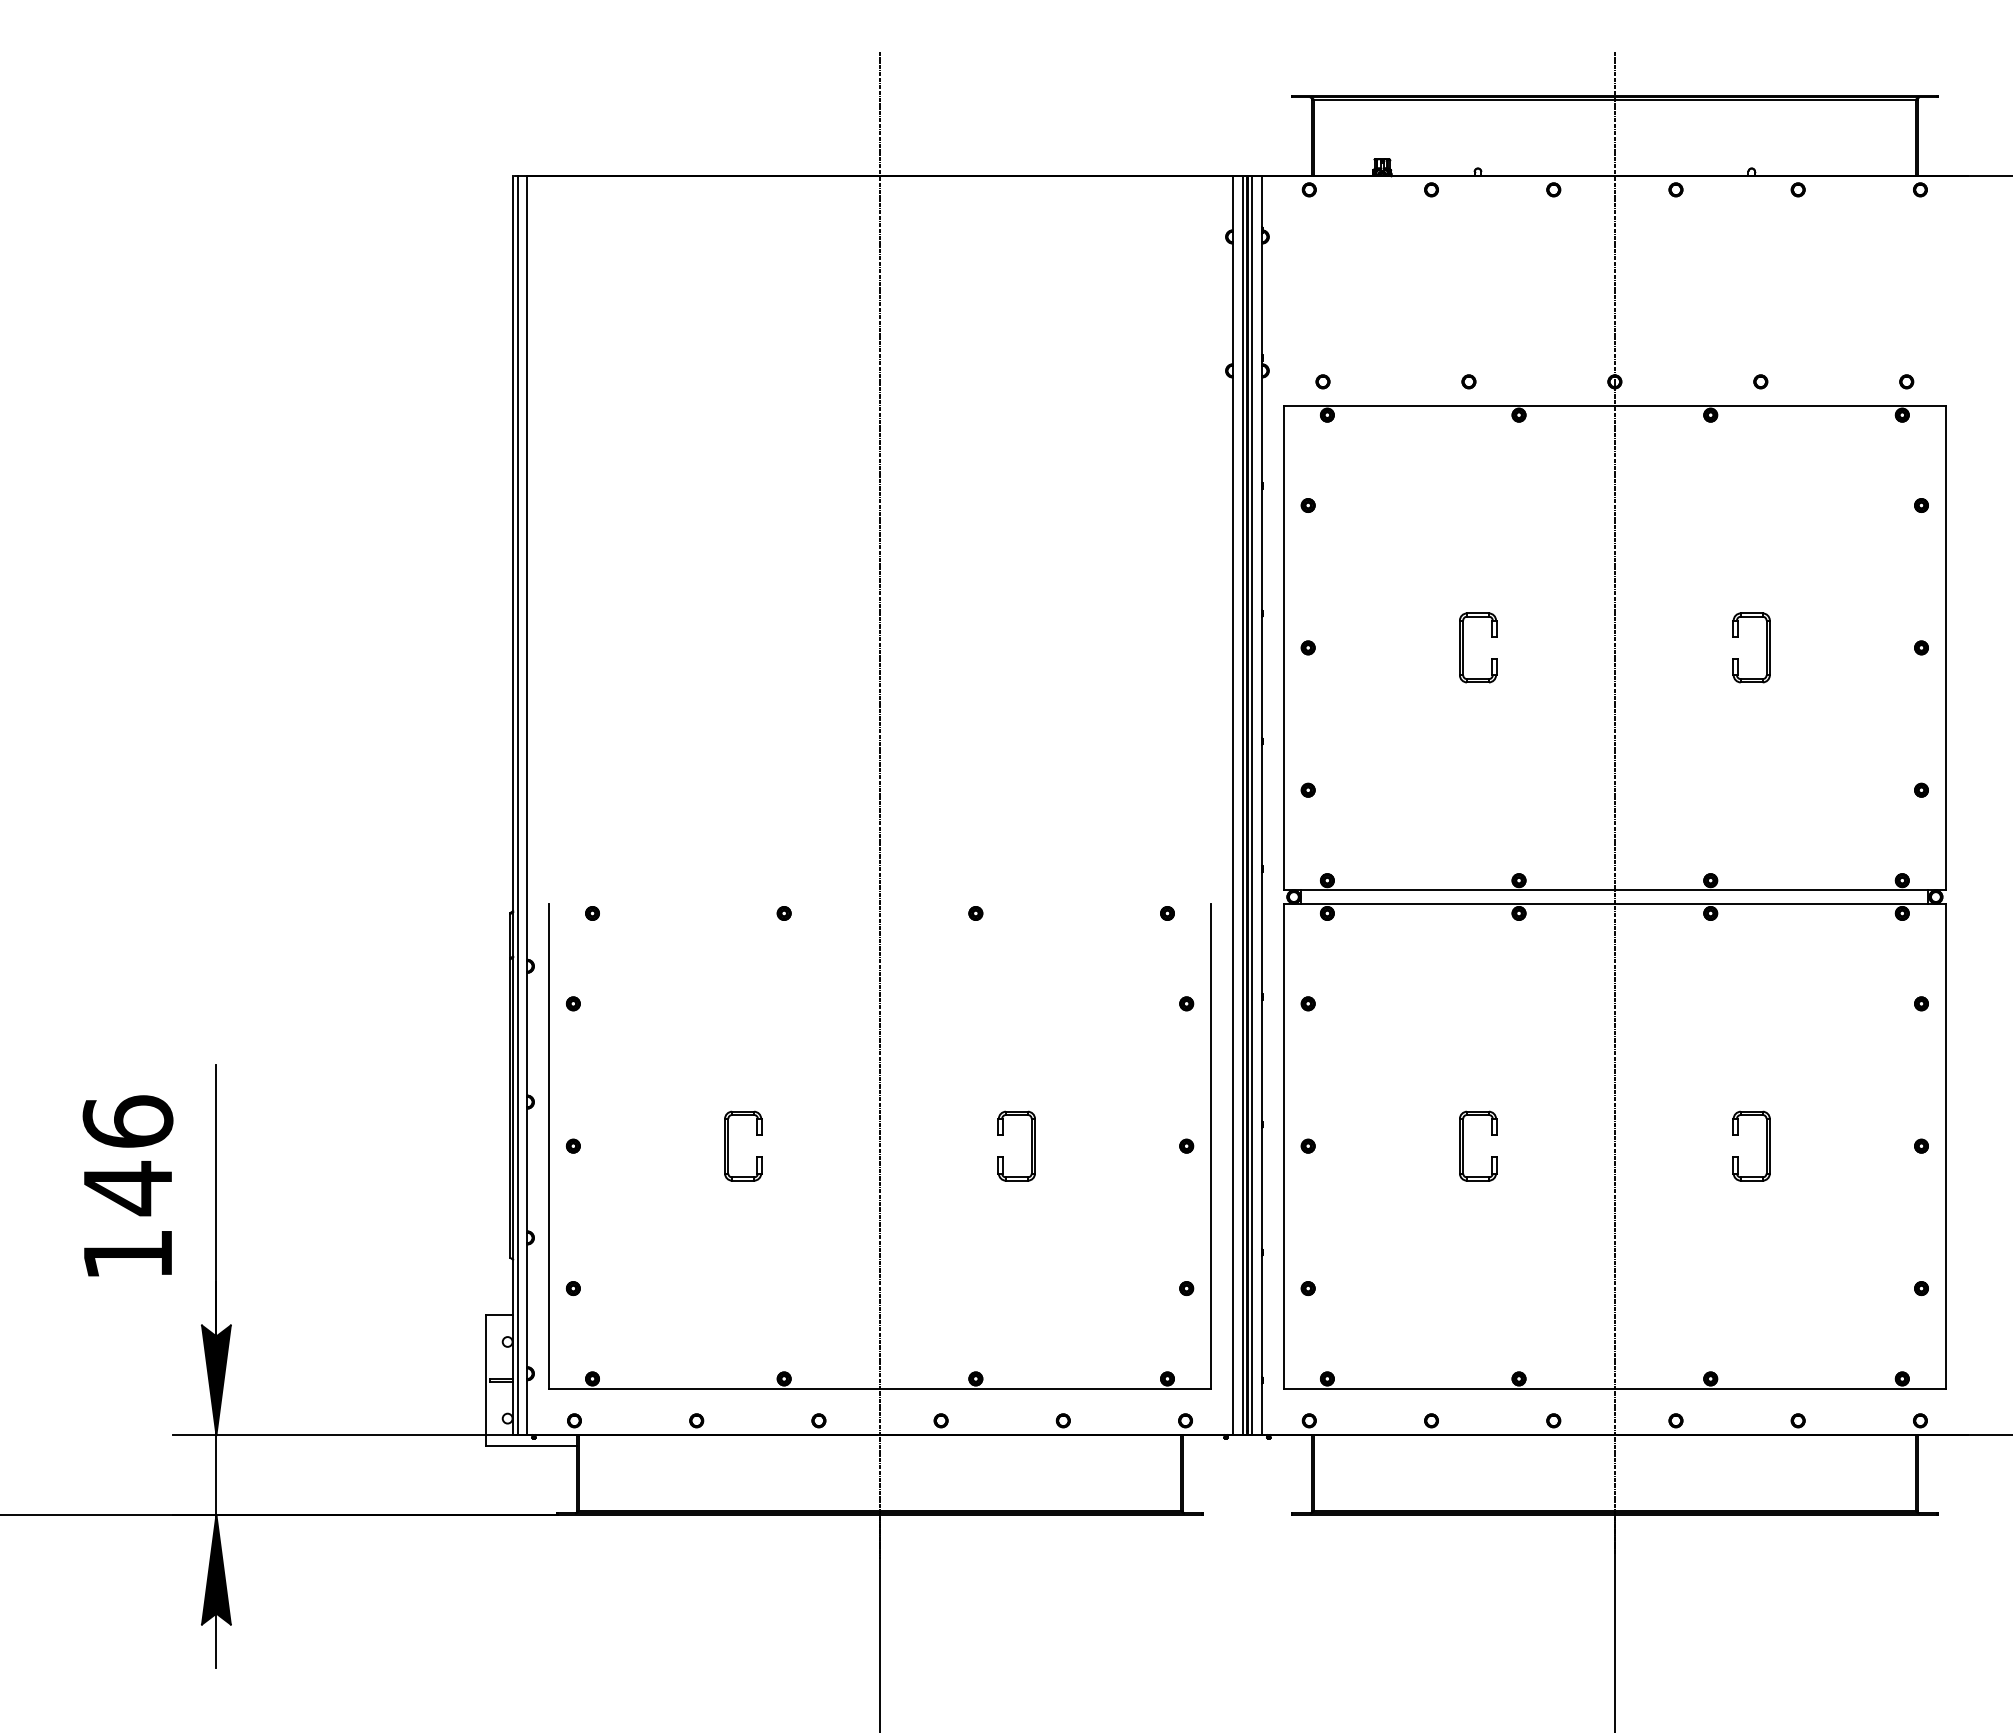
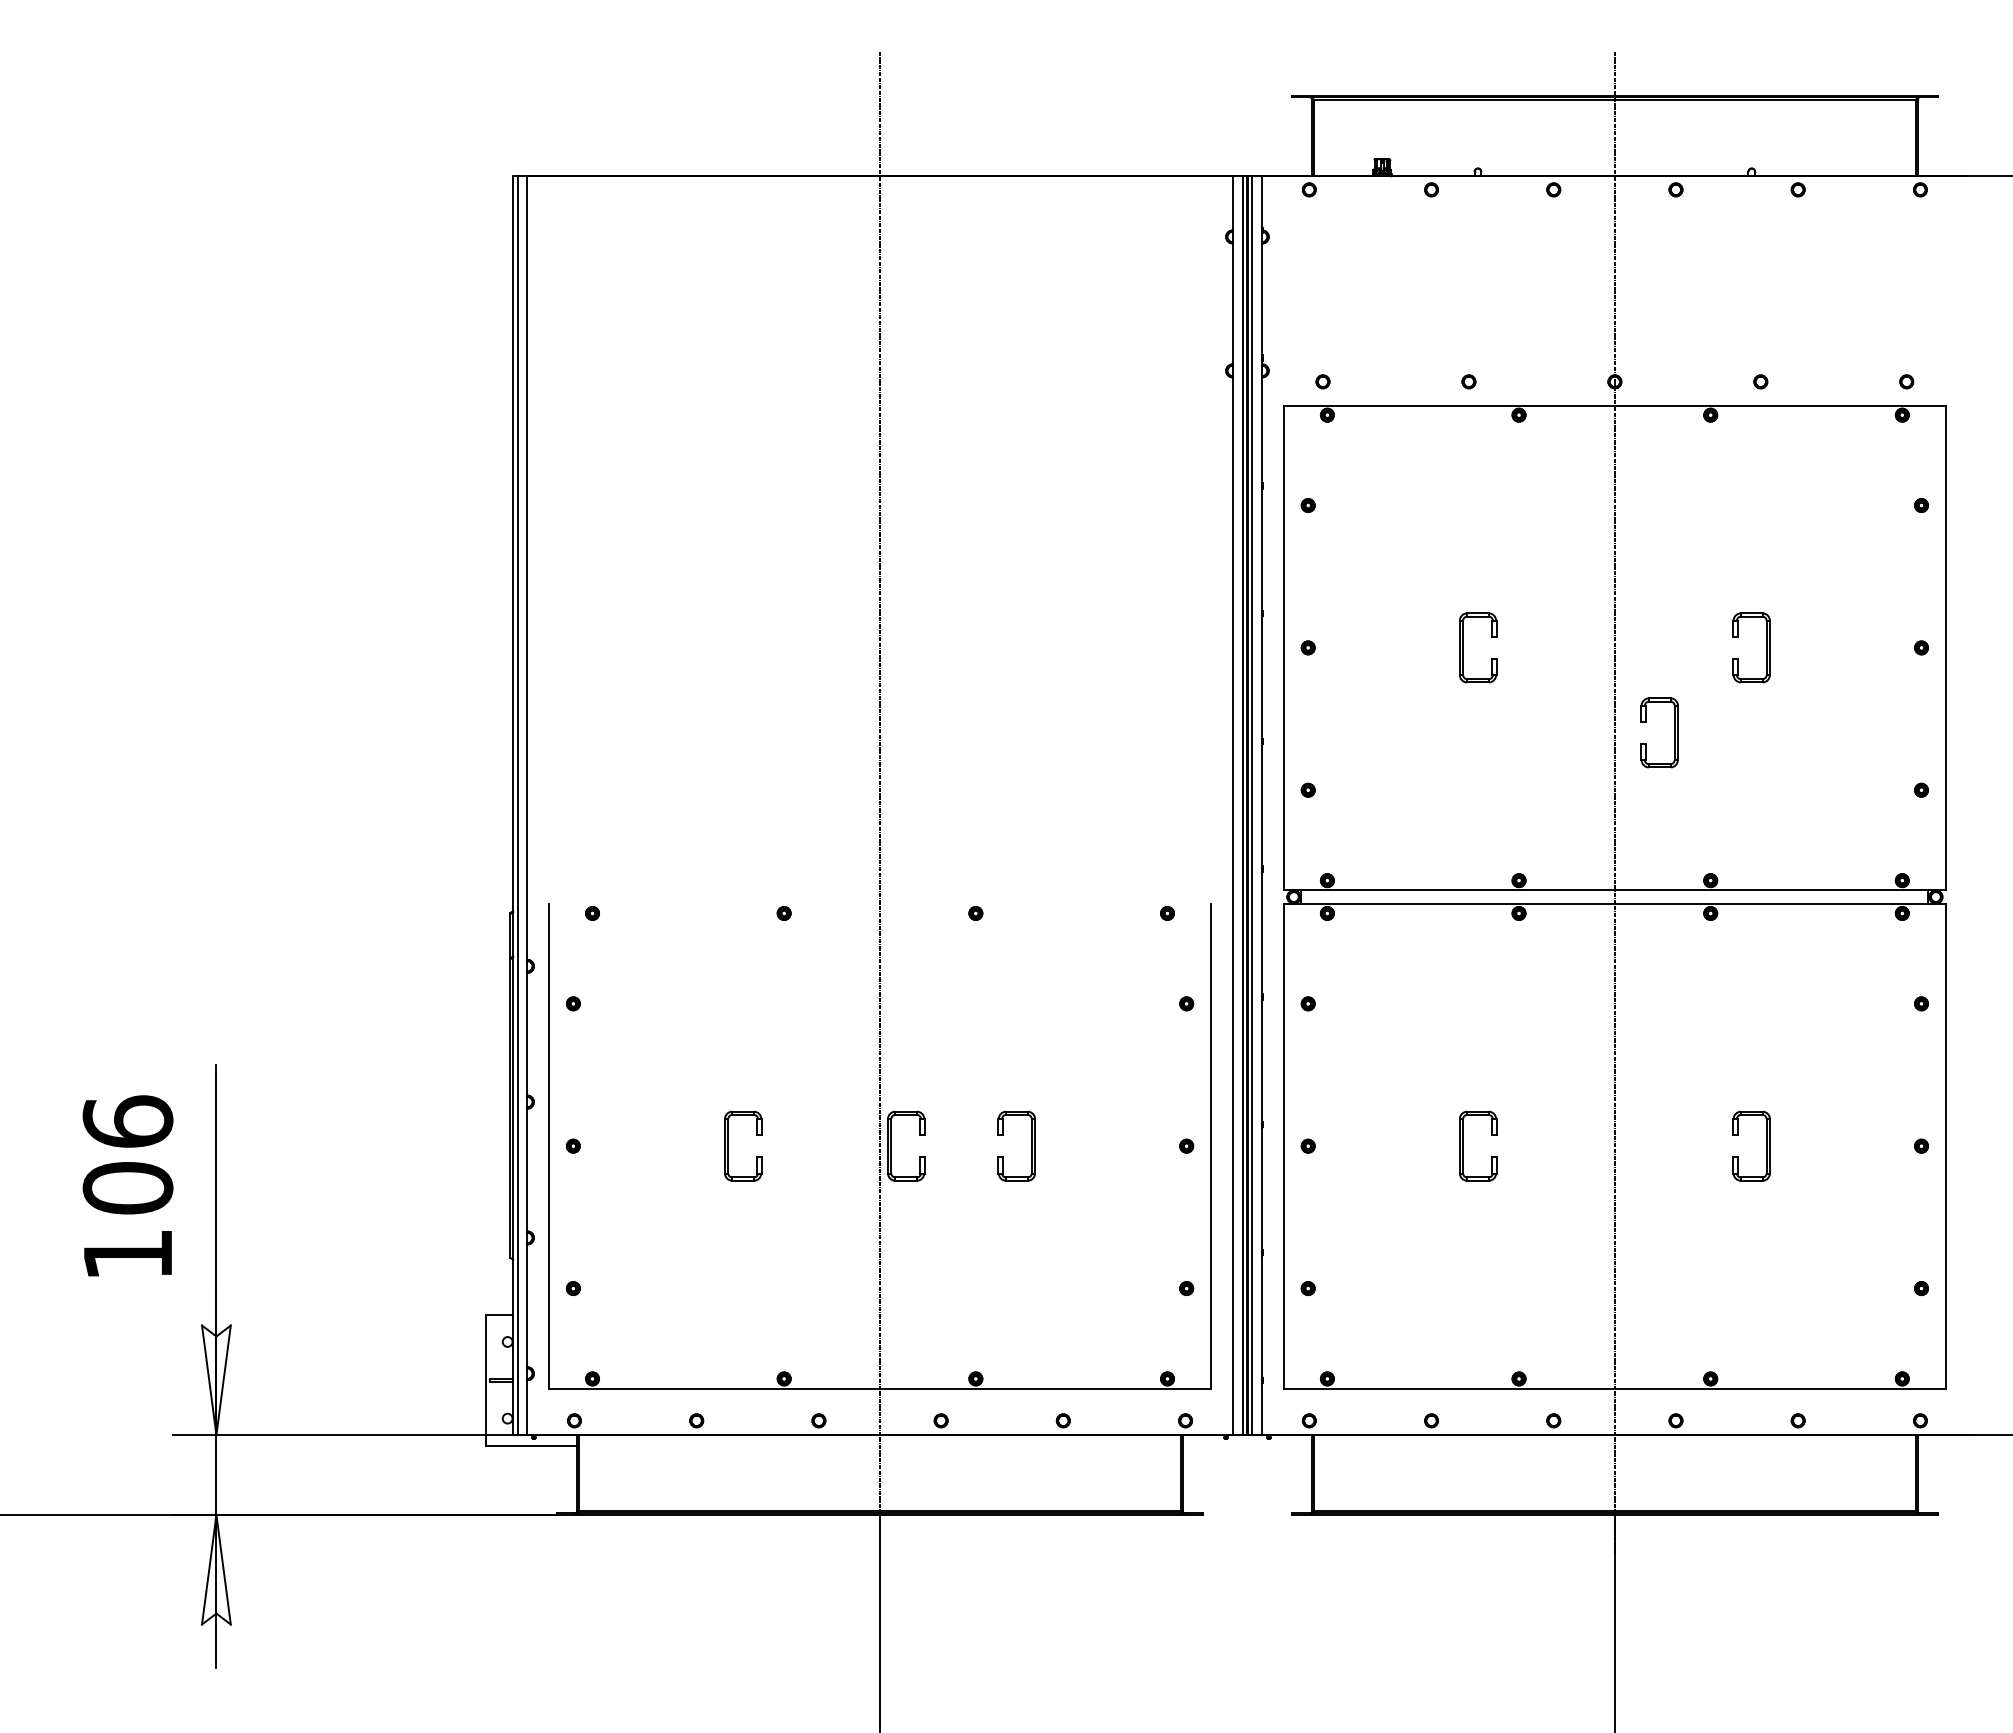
part at (1674, 732): none -> present
part at (891, 1145): none -> present
text at (127, 1188): 146 -> 106
fill at (216, 1380): present -> none
fill at (216, 1569): present -> none
